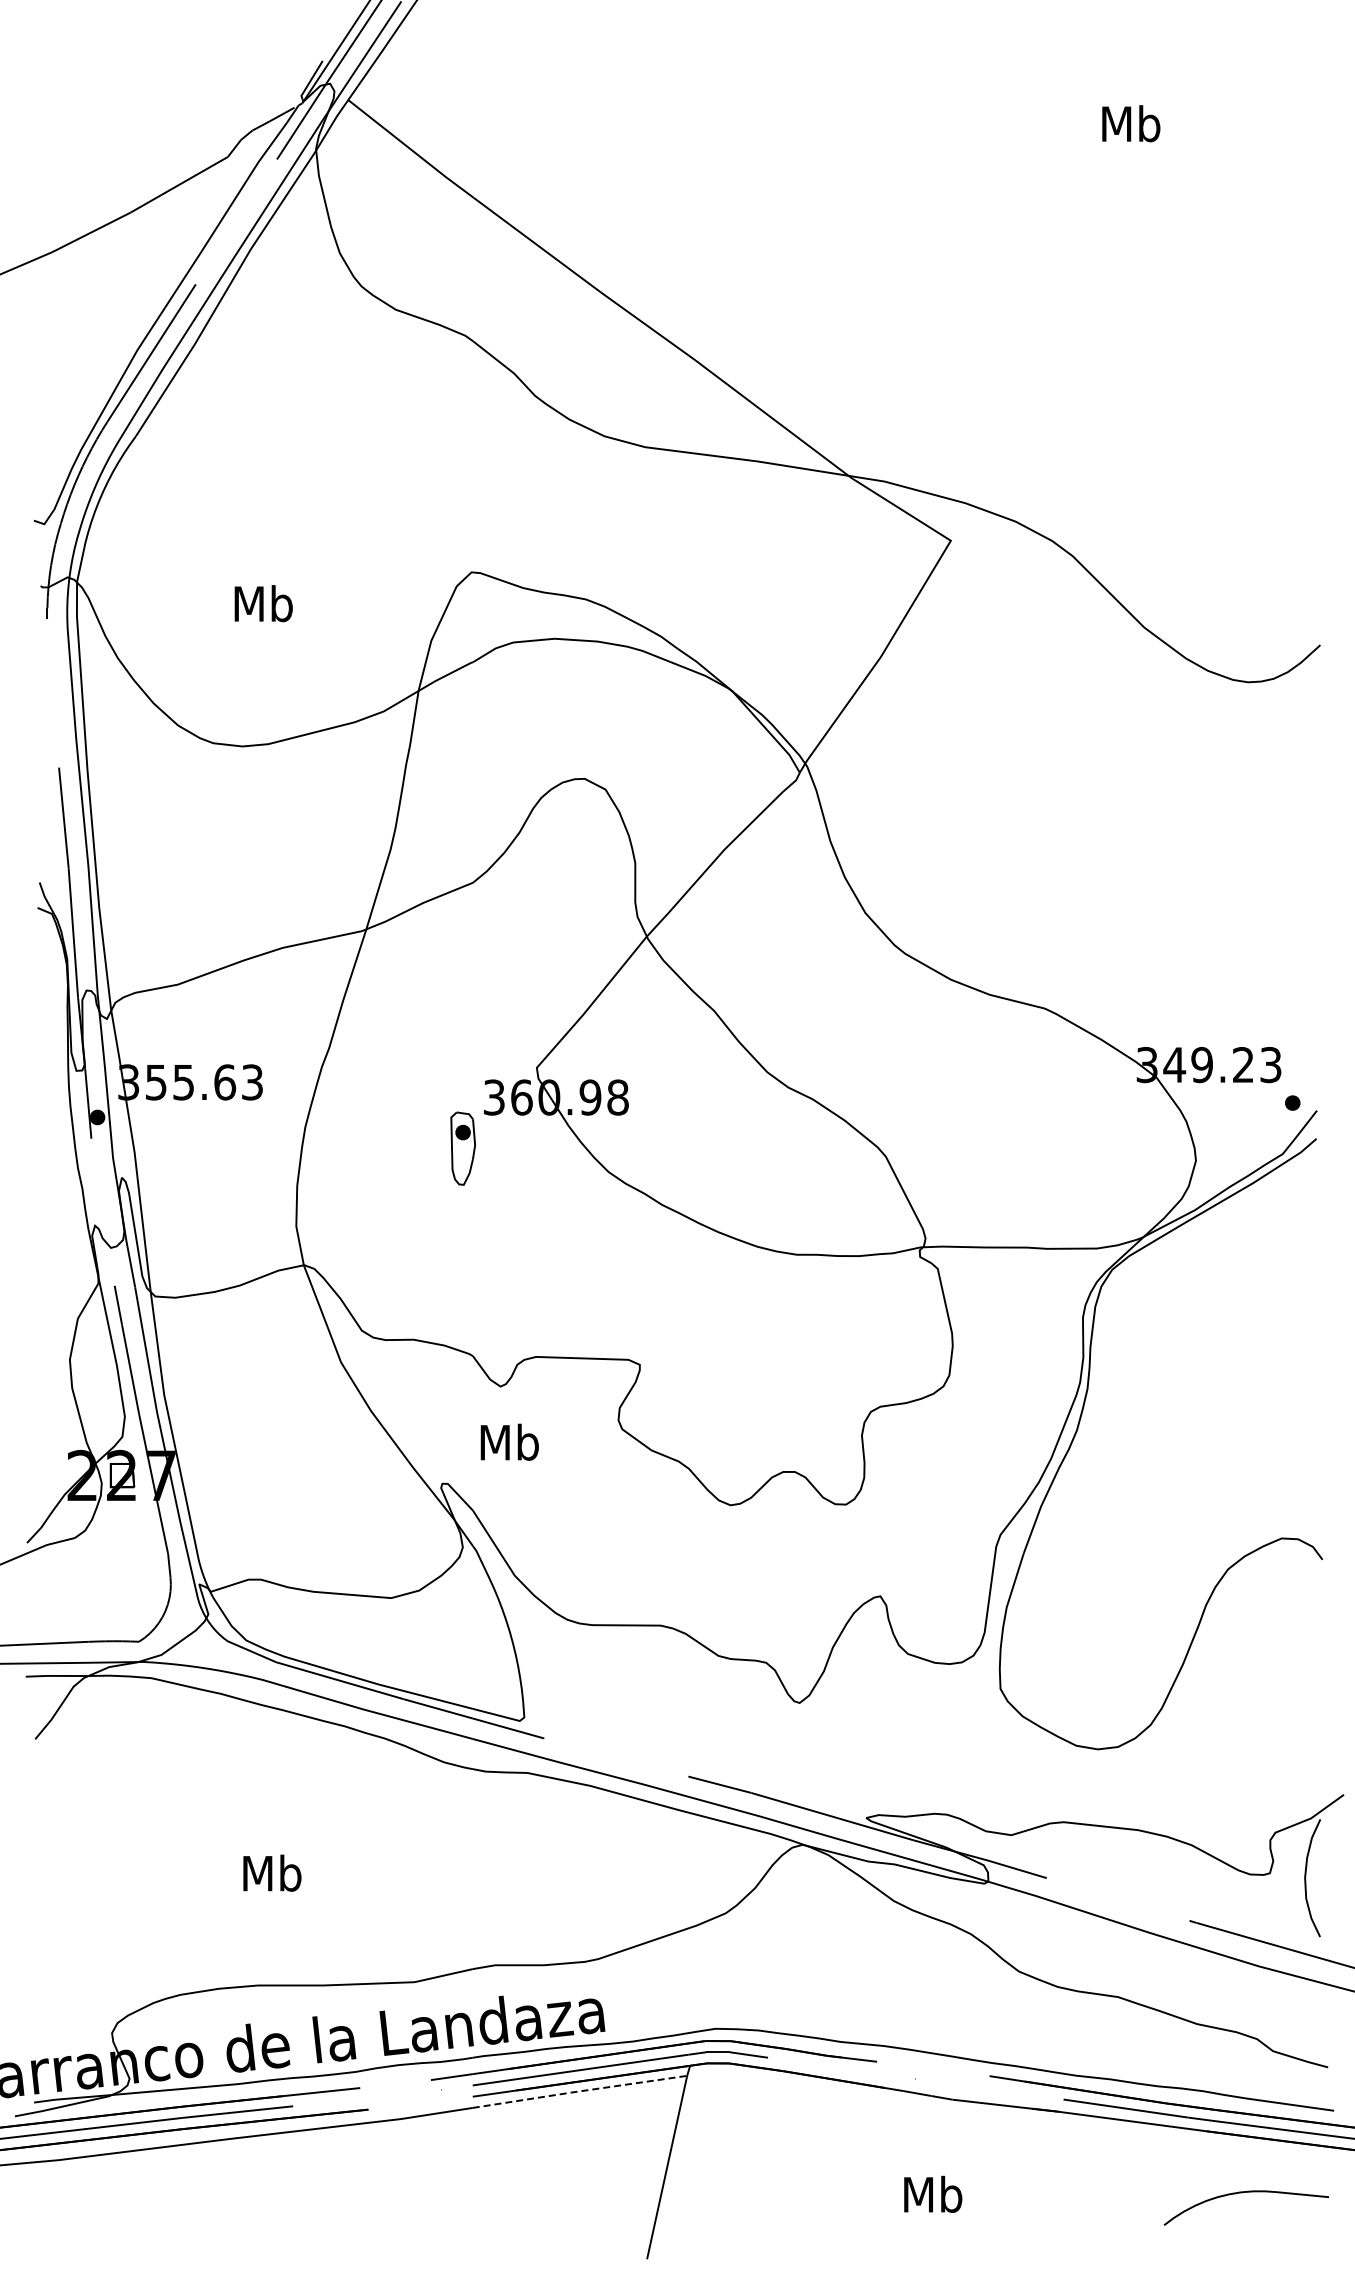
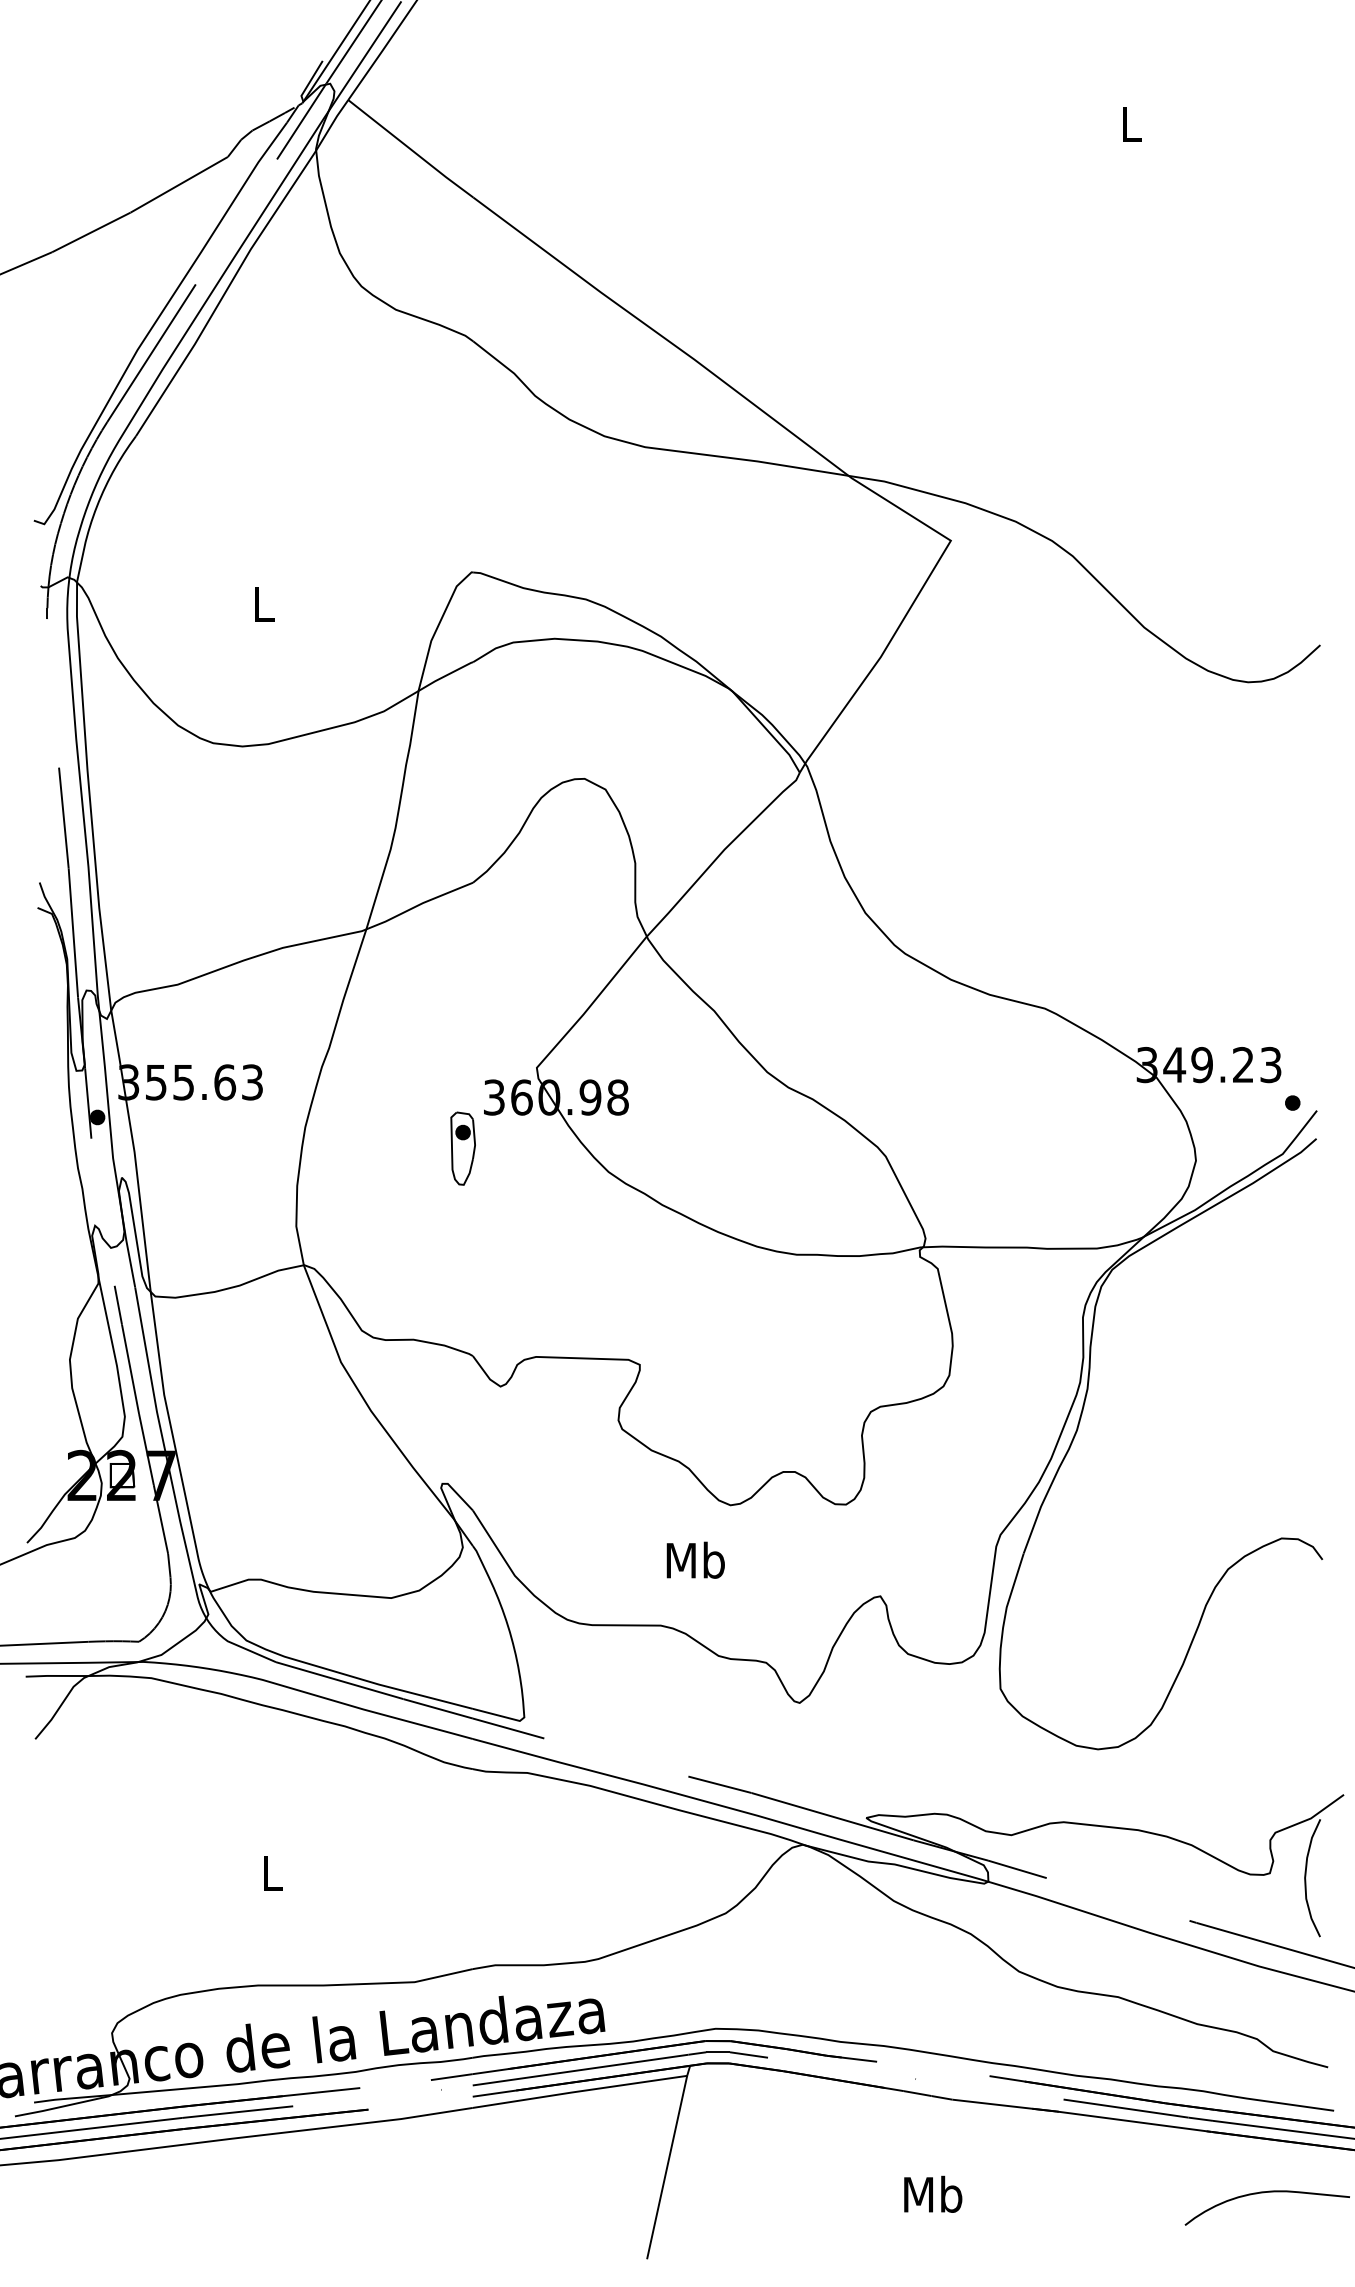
text at (1131, 123): Mb -> L
text at (263, 603): Mb -> L
text at (509, 1441) position: (509, 1441) -> (695, 1559)
text at (272, 1872): Mb -> L
line at (579, 2091): dashed -> solid
curve at (1243, 2193) position: (1243, 2193) -> (1264, 2193)
